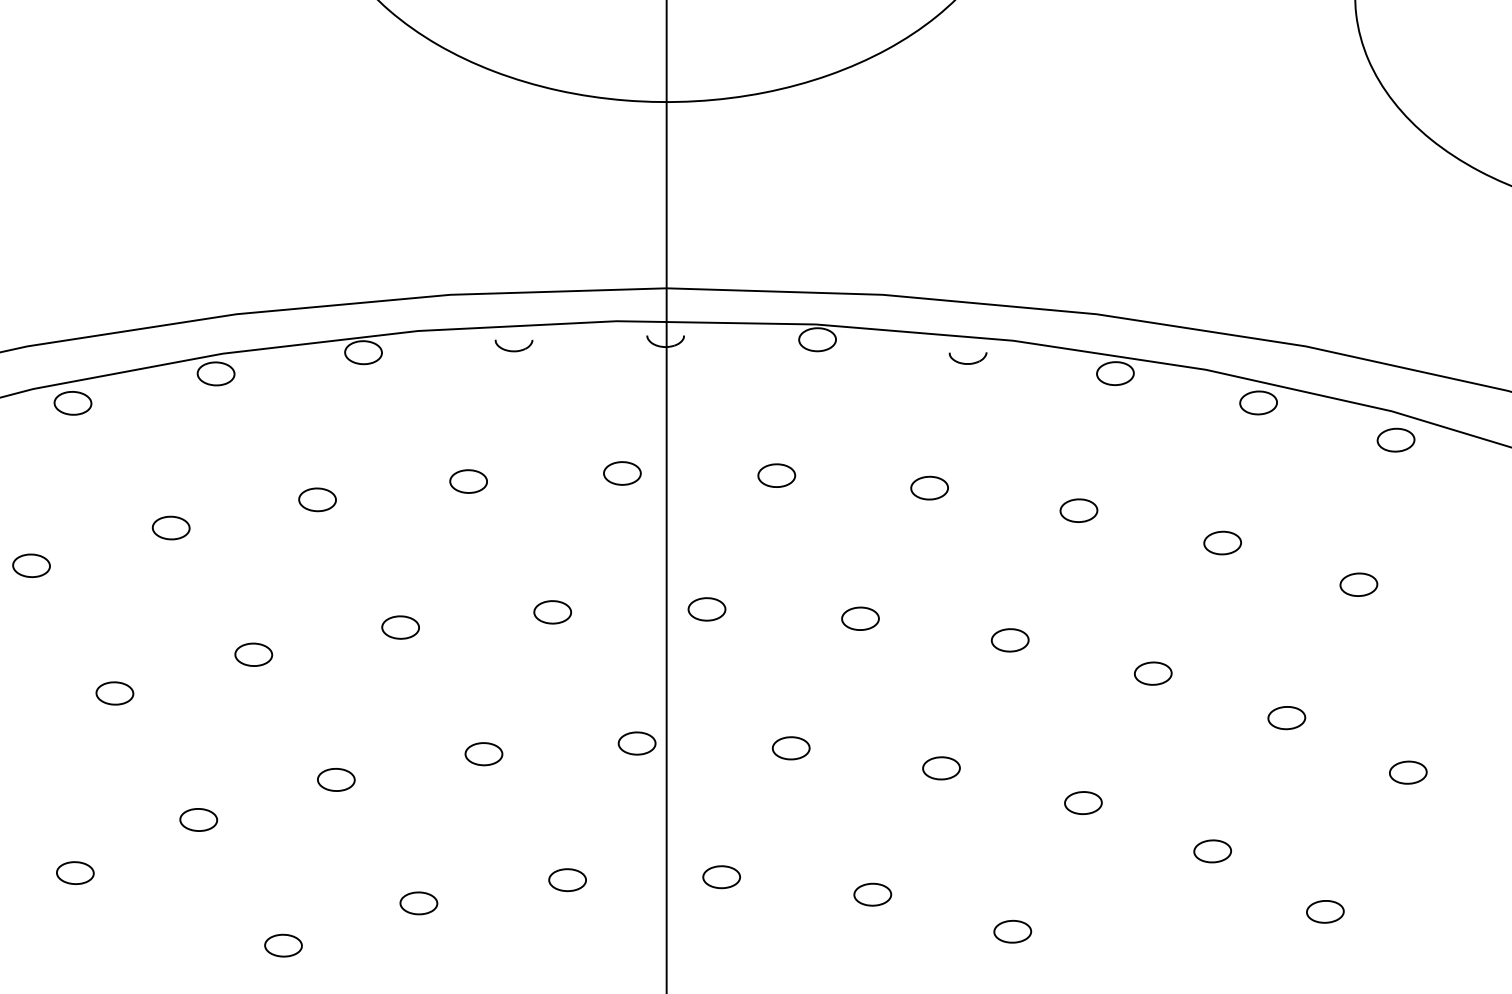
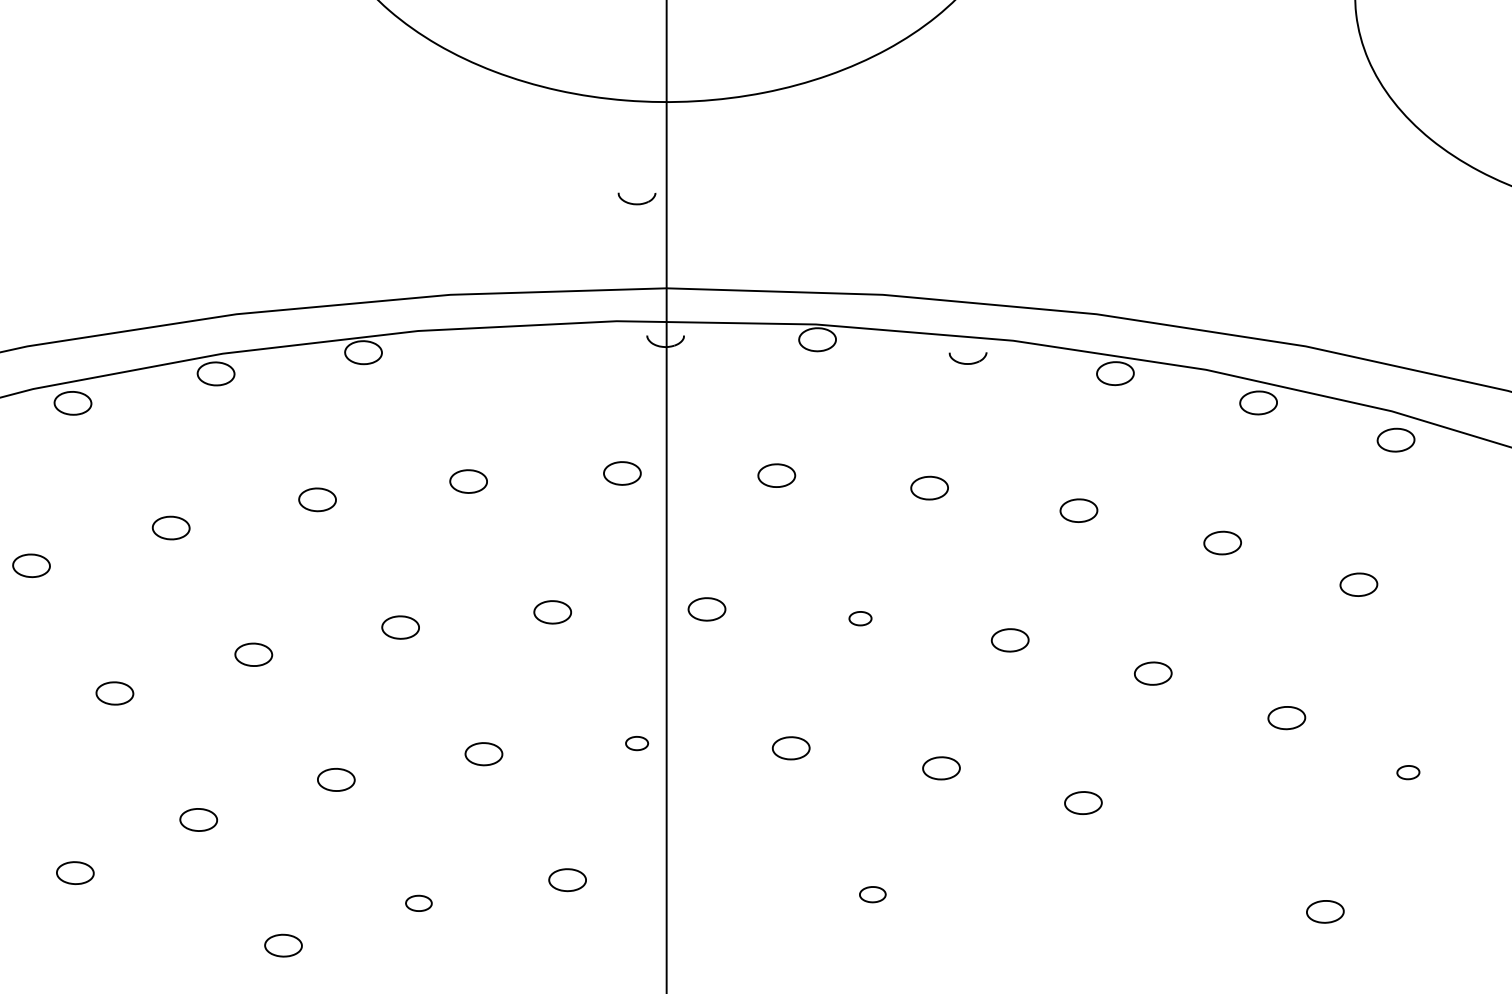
part at (513, 345) position: (513, 345) -> (636, 198)
part at (860, 618) size: 39x25 px -> 25x16 px
part at (636, 743) size: 40x25 px -> 25x16 px
part at (1408, 772) size: 39x25 px -> 25x16 px
part at (1212, 851): present -> none
part at (721, 877): present -> none
part at (872, 894) size: 40x25 px -> 28x18 px
part at (418, 903) size: 40x25 px -> 28x18 px
part at (1012, 931): present -> none
